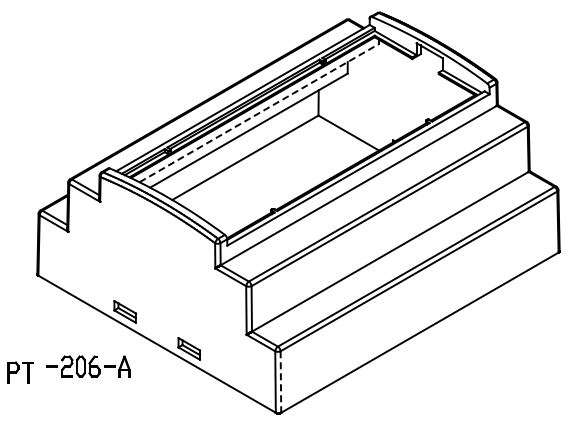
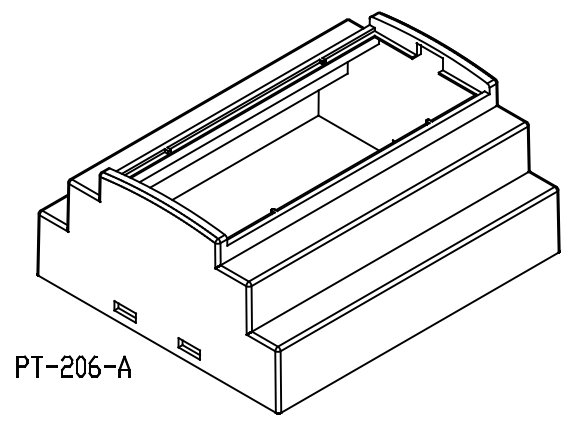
line at (259, 112): dashed -> solid
part at (20, 372) position: (20, 372) -> (29, 366)
line at (280, 382): dashed -> solid
